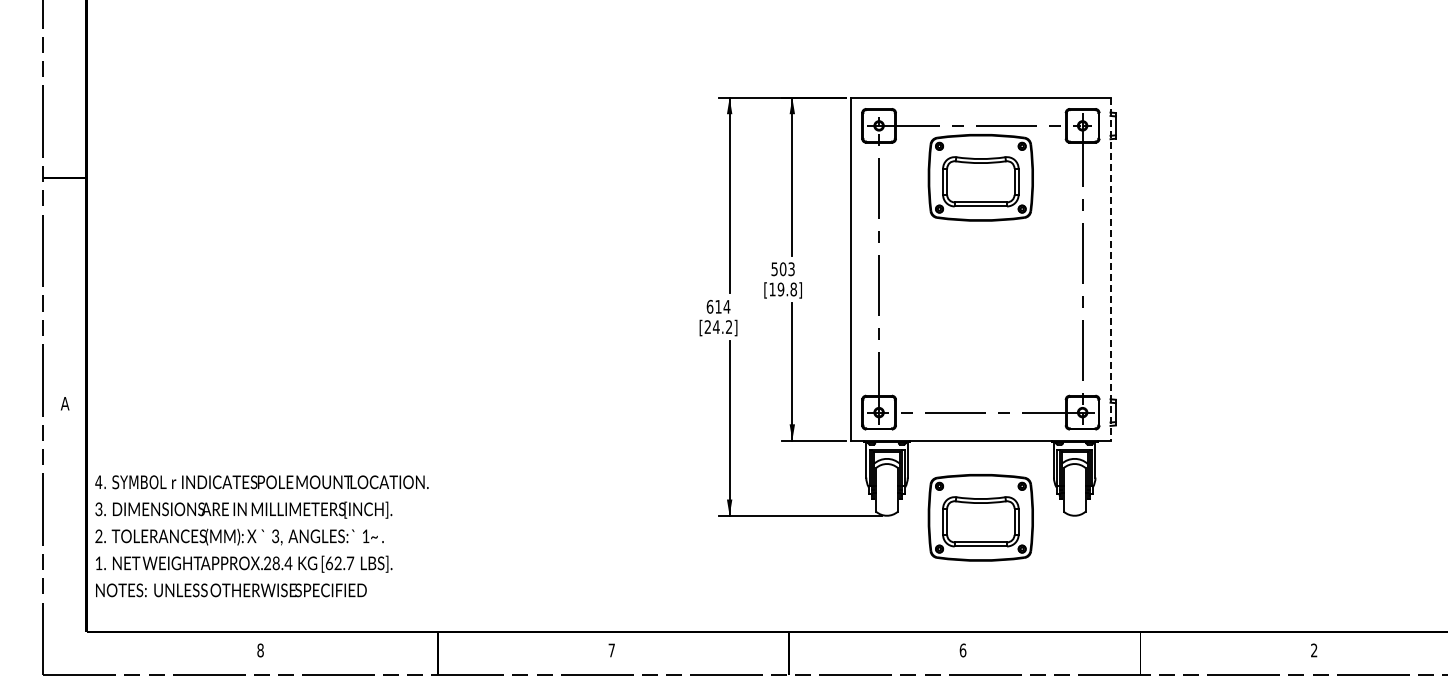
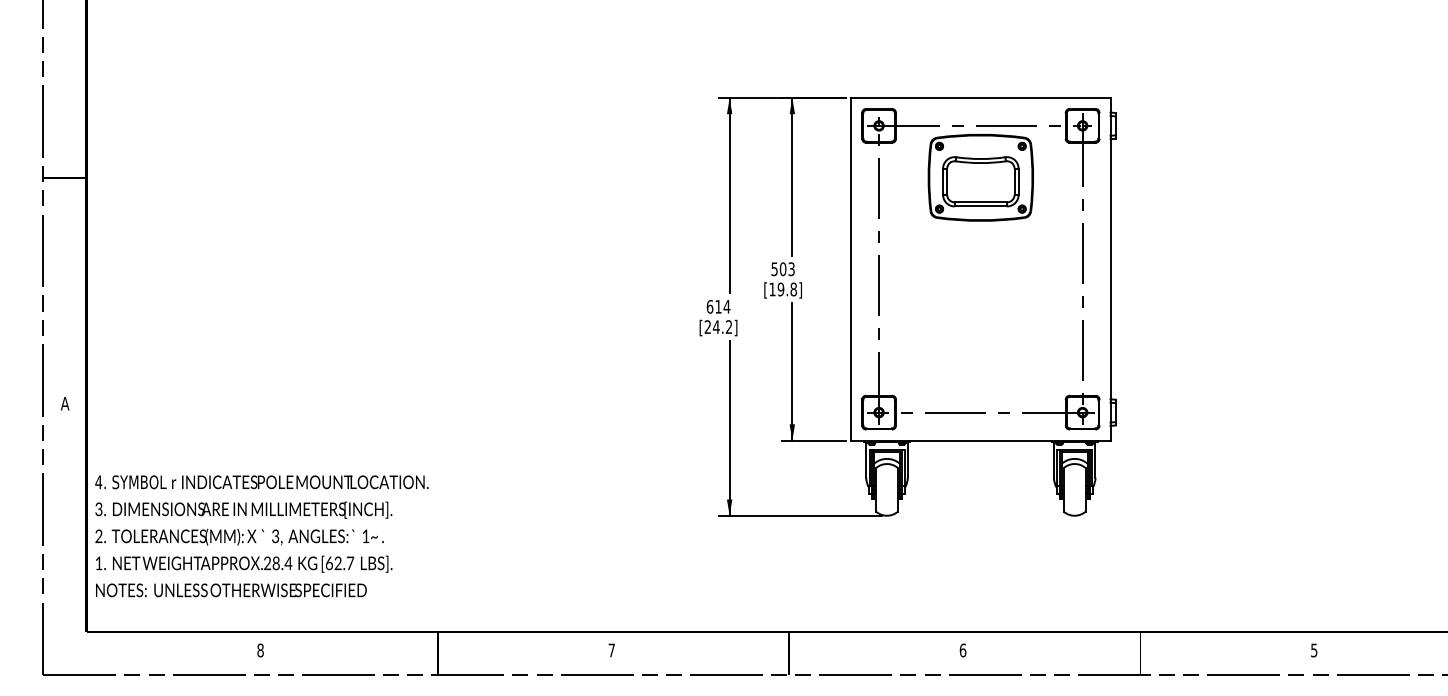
line at (1110, 269): dashed -> solid
part at (980, 517): present -> none
text at (1314, 650): 2 -> 5
